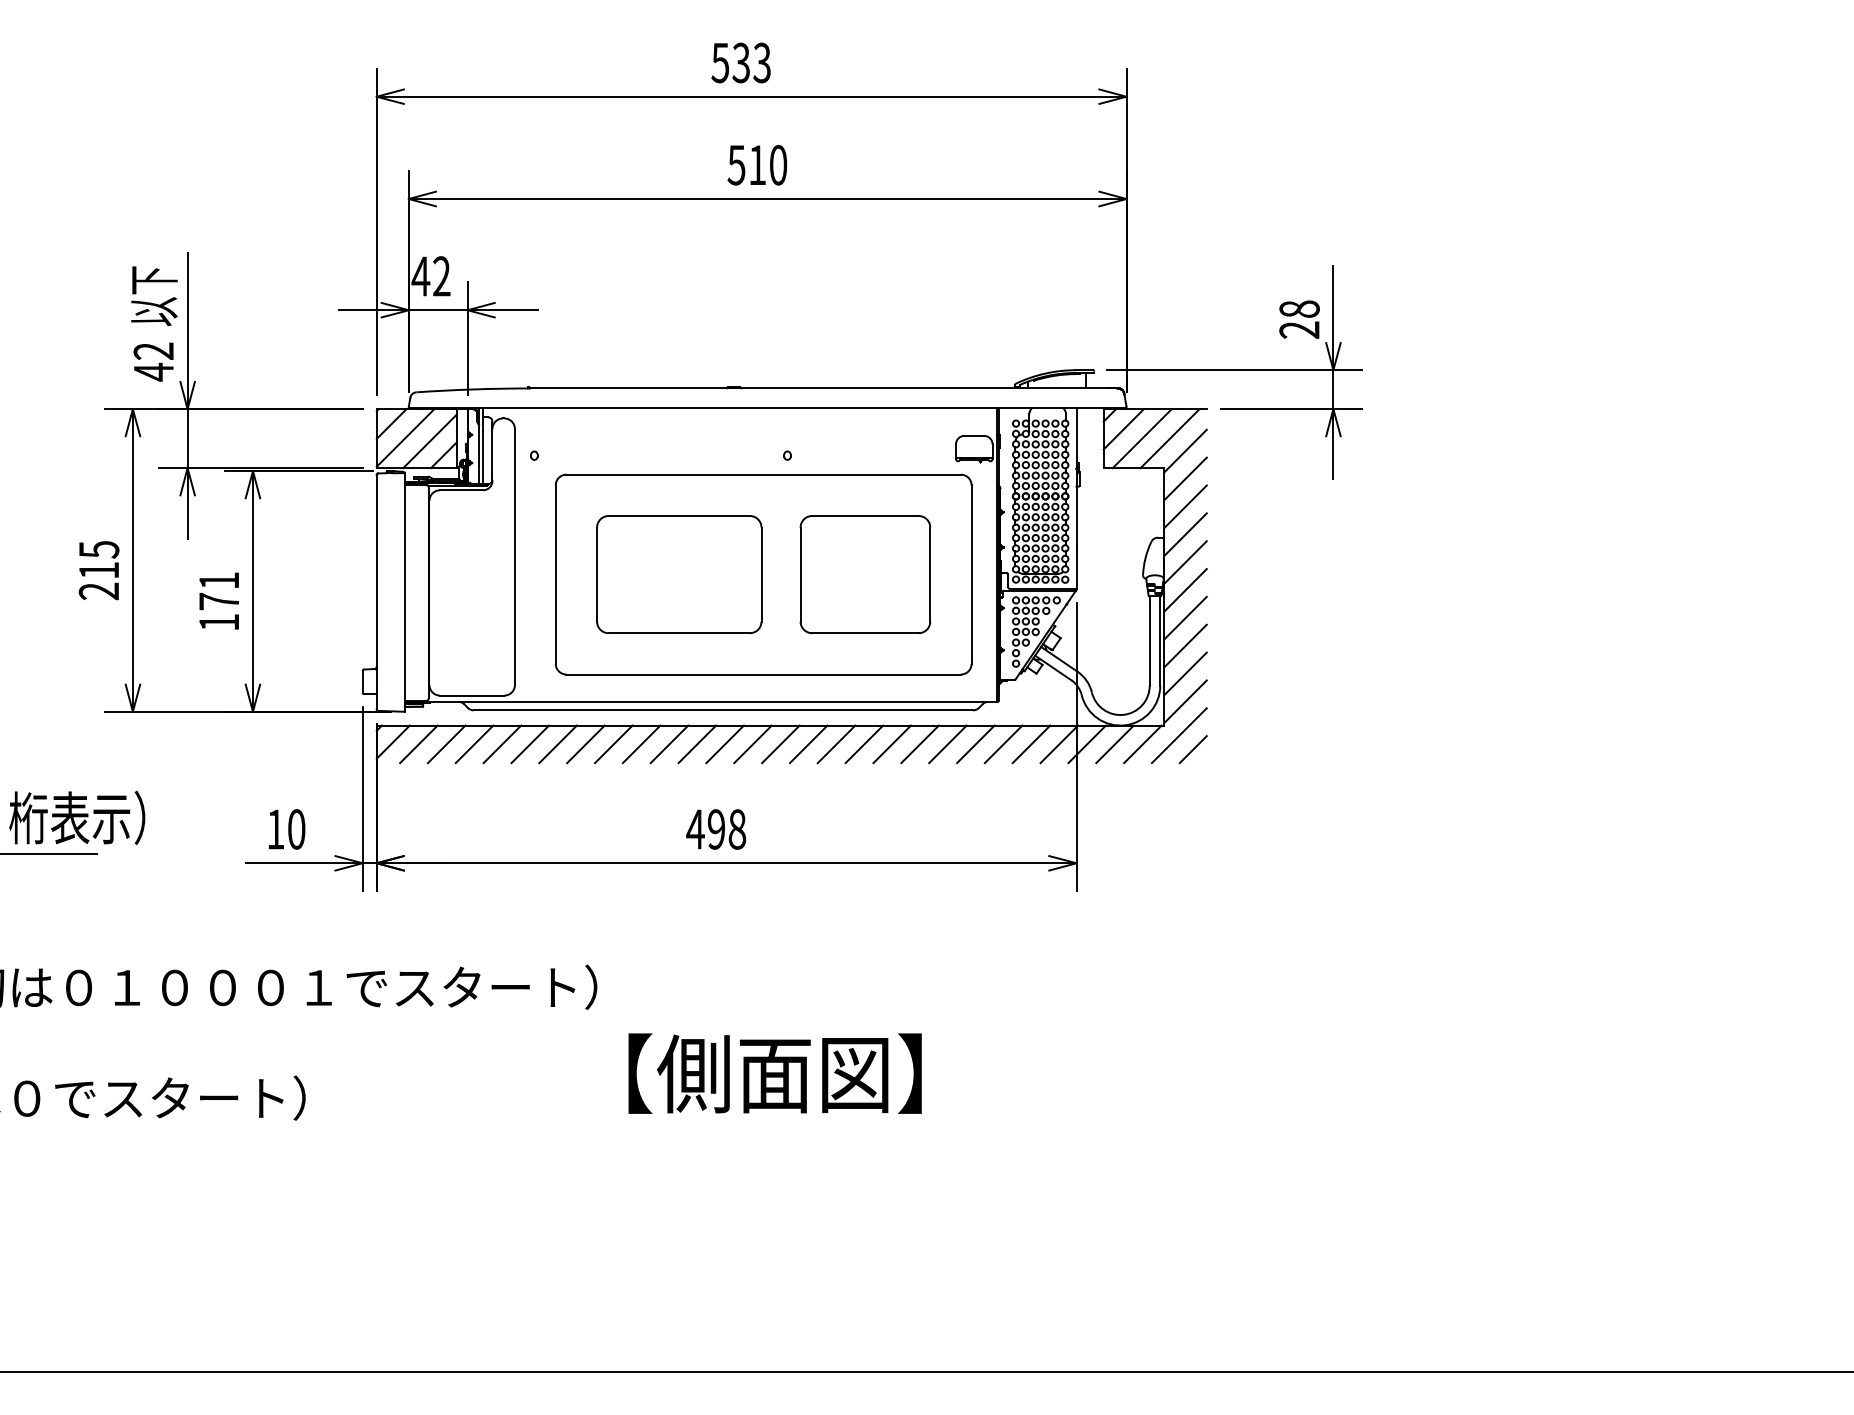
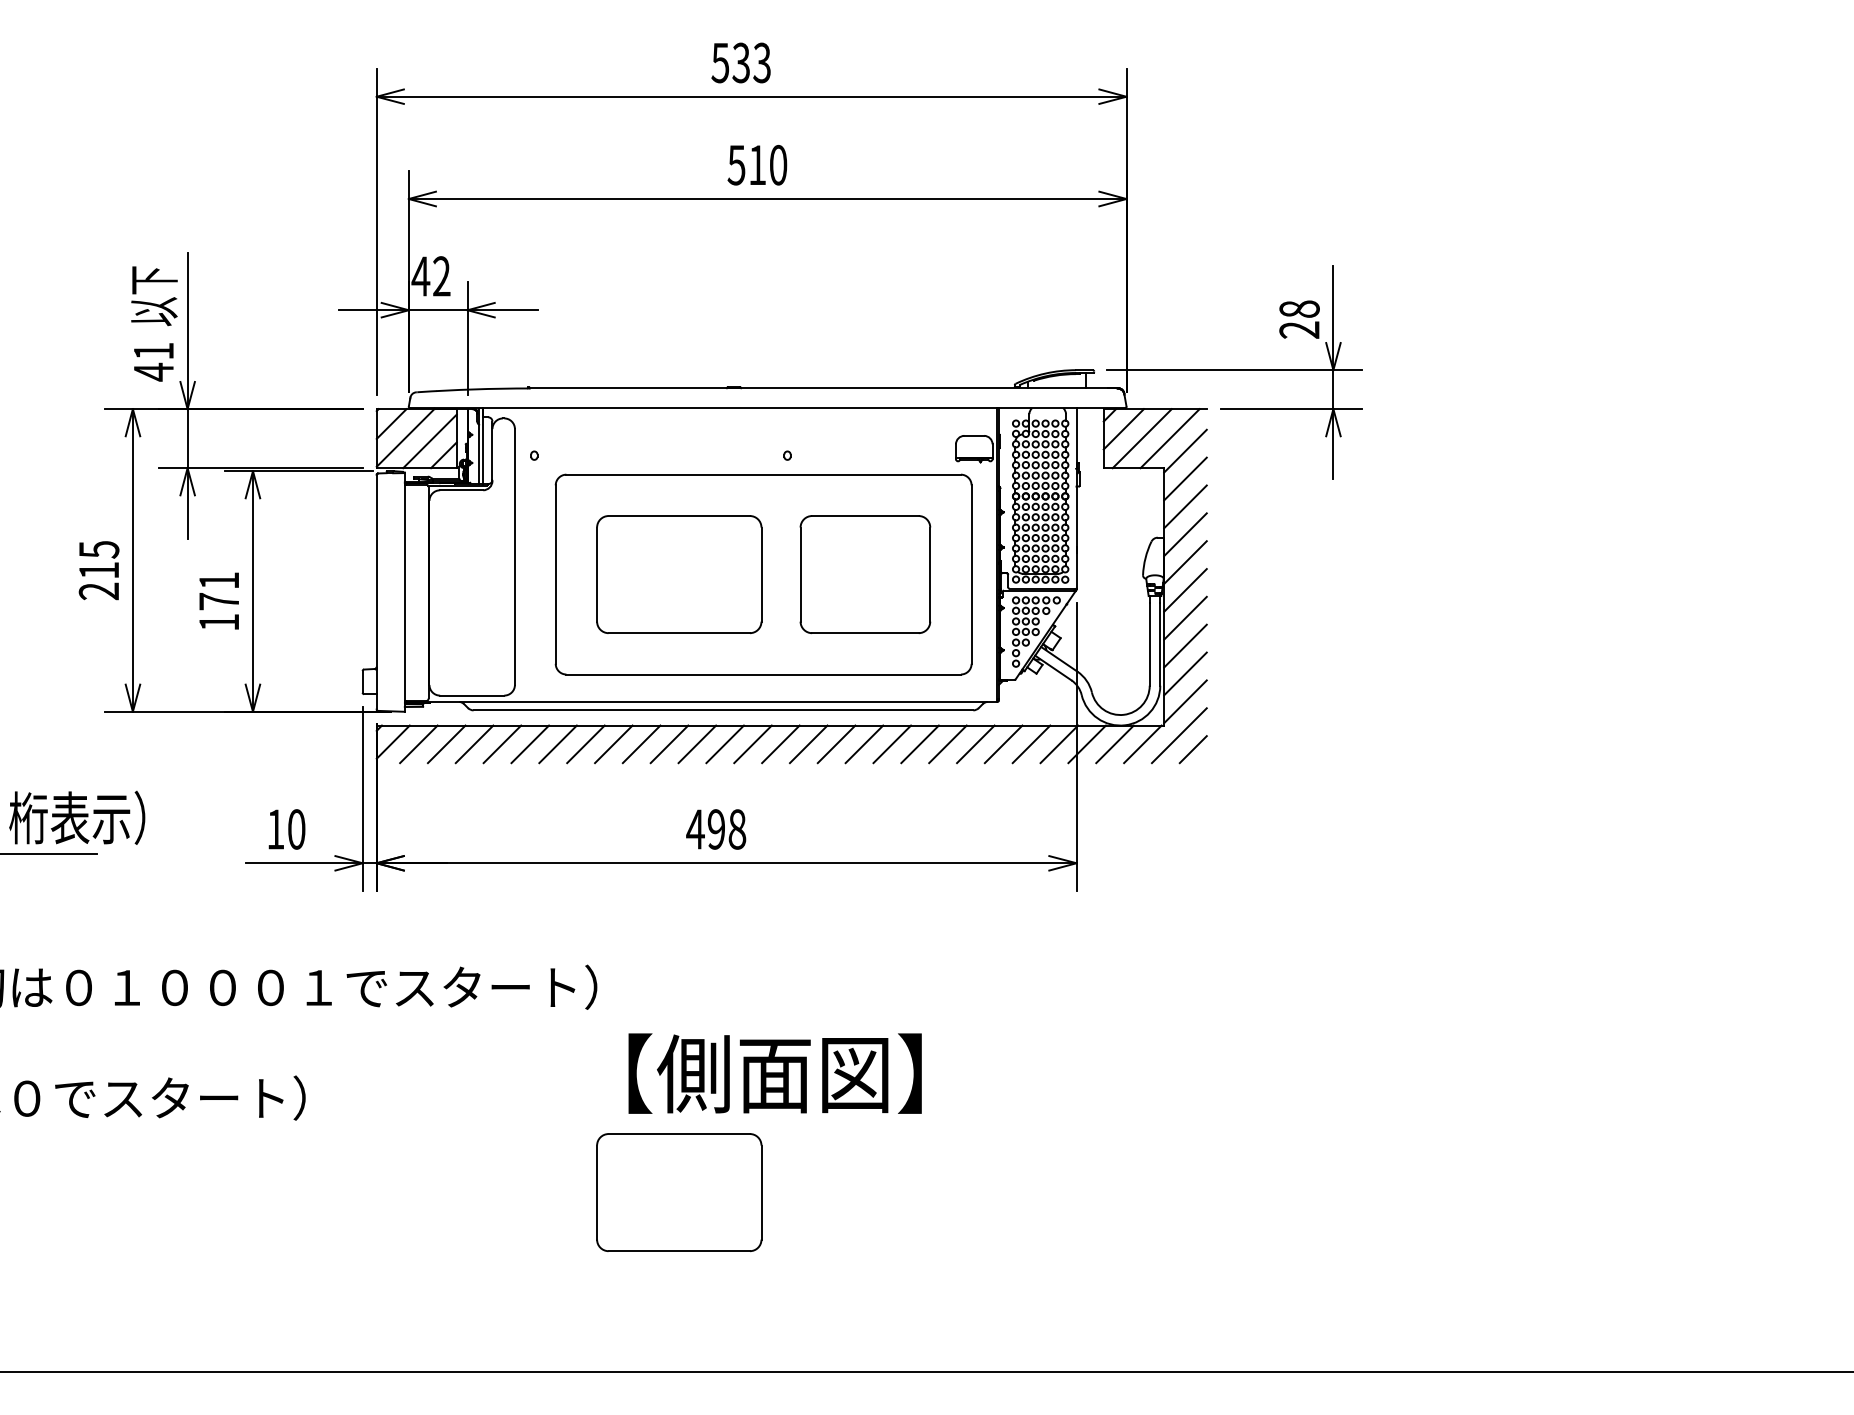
text at (153, 350): 42 -> 41
part at (679, 1192): none -> present
